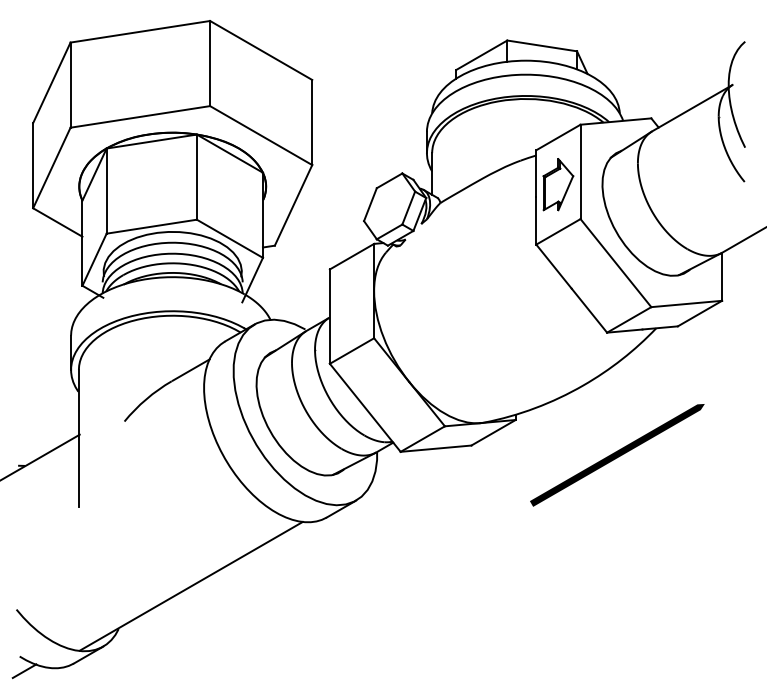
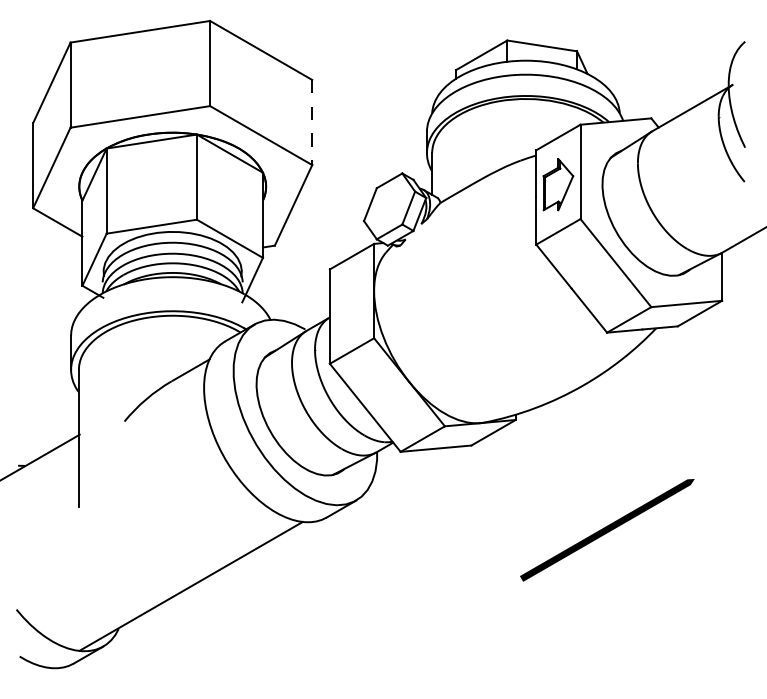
line at (312, 122): solid -> dashed
line at (617, 455) position: (617, 455) -> (607, 530)
line at (24, 671): present -> none
